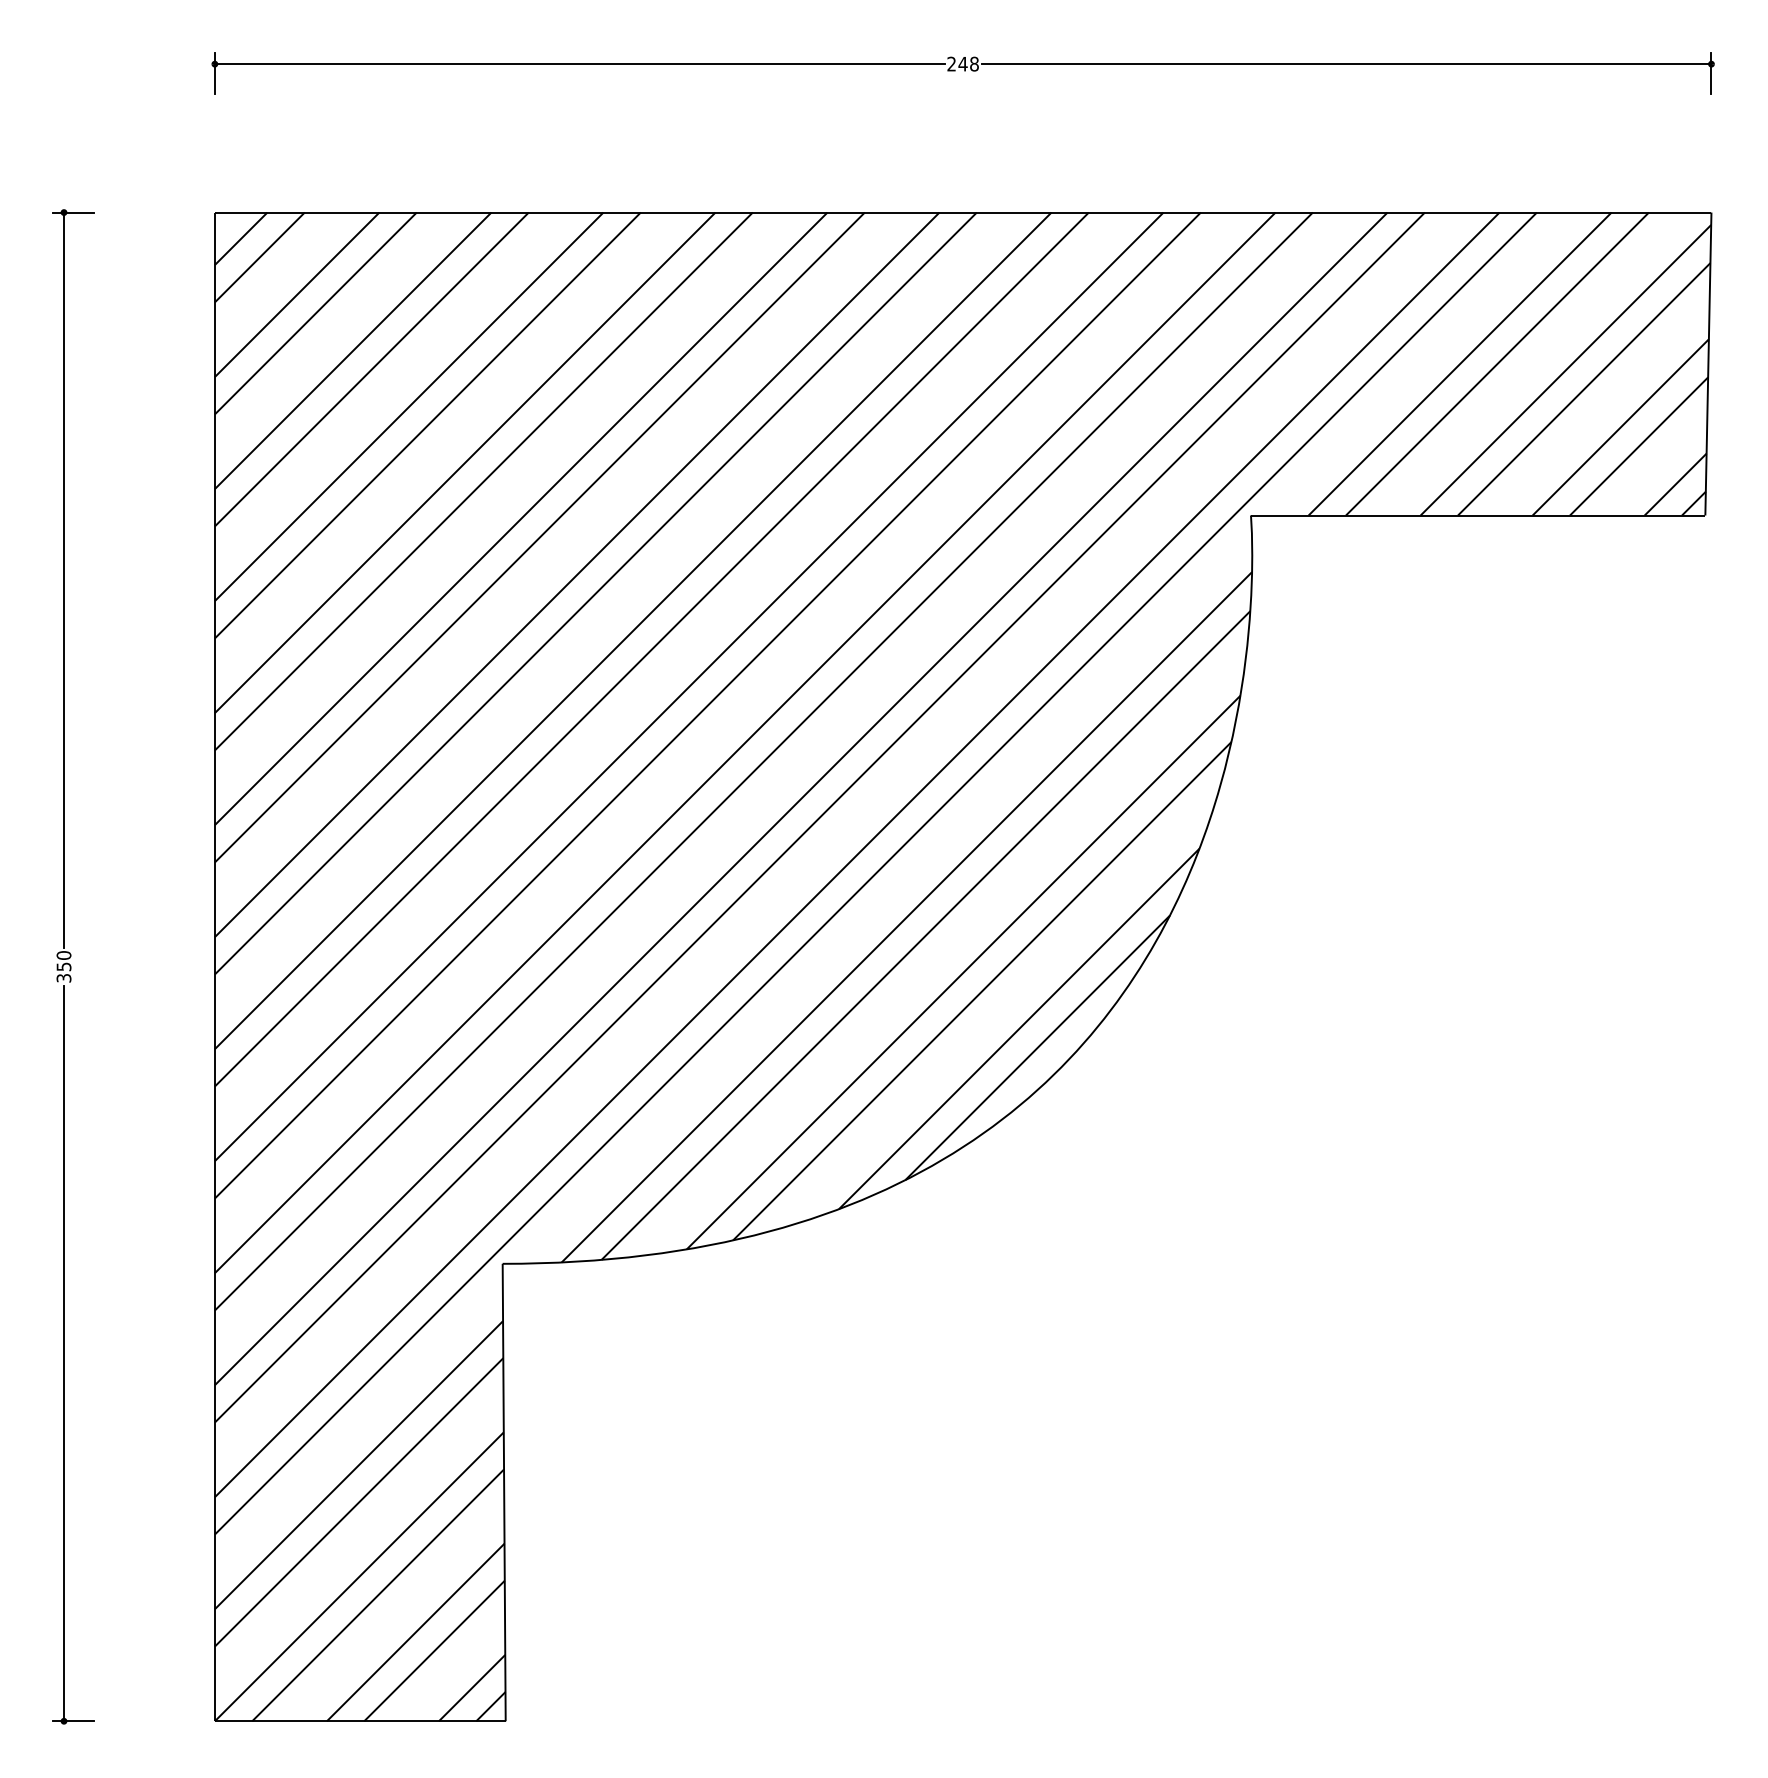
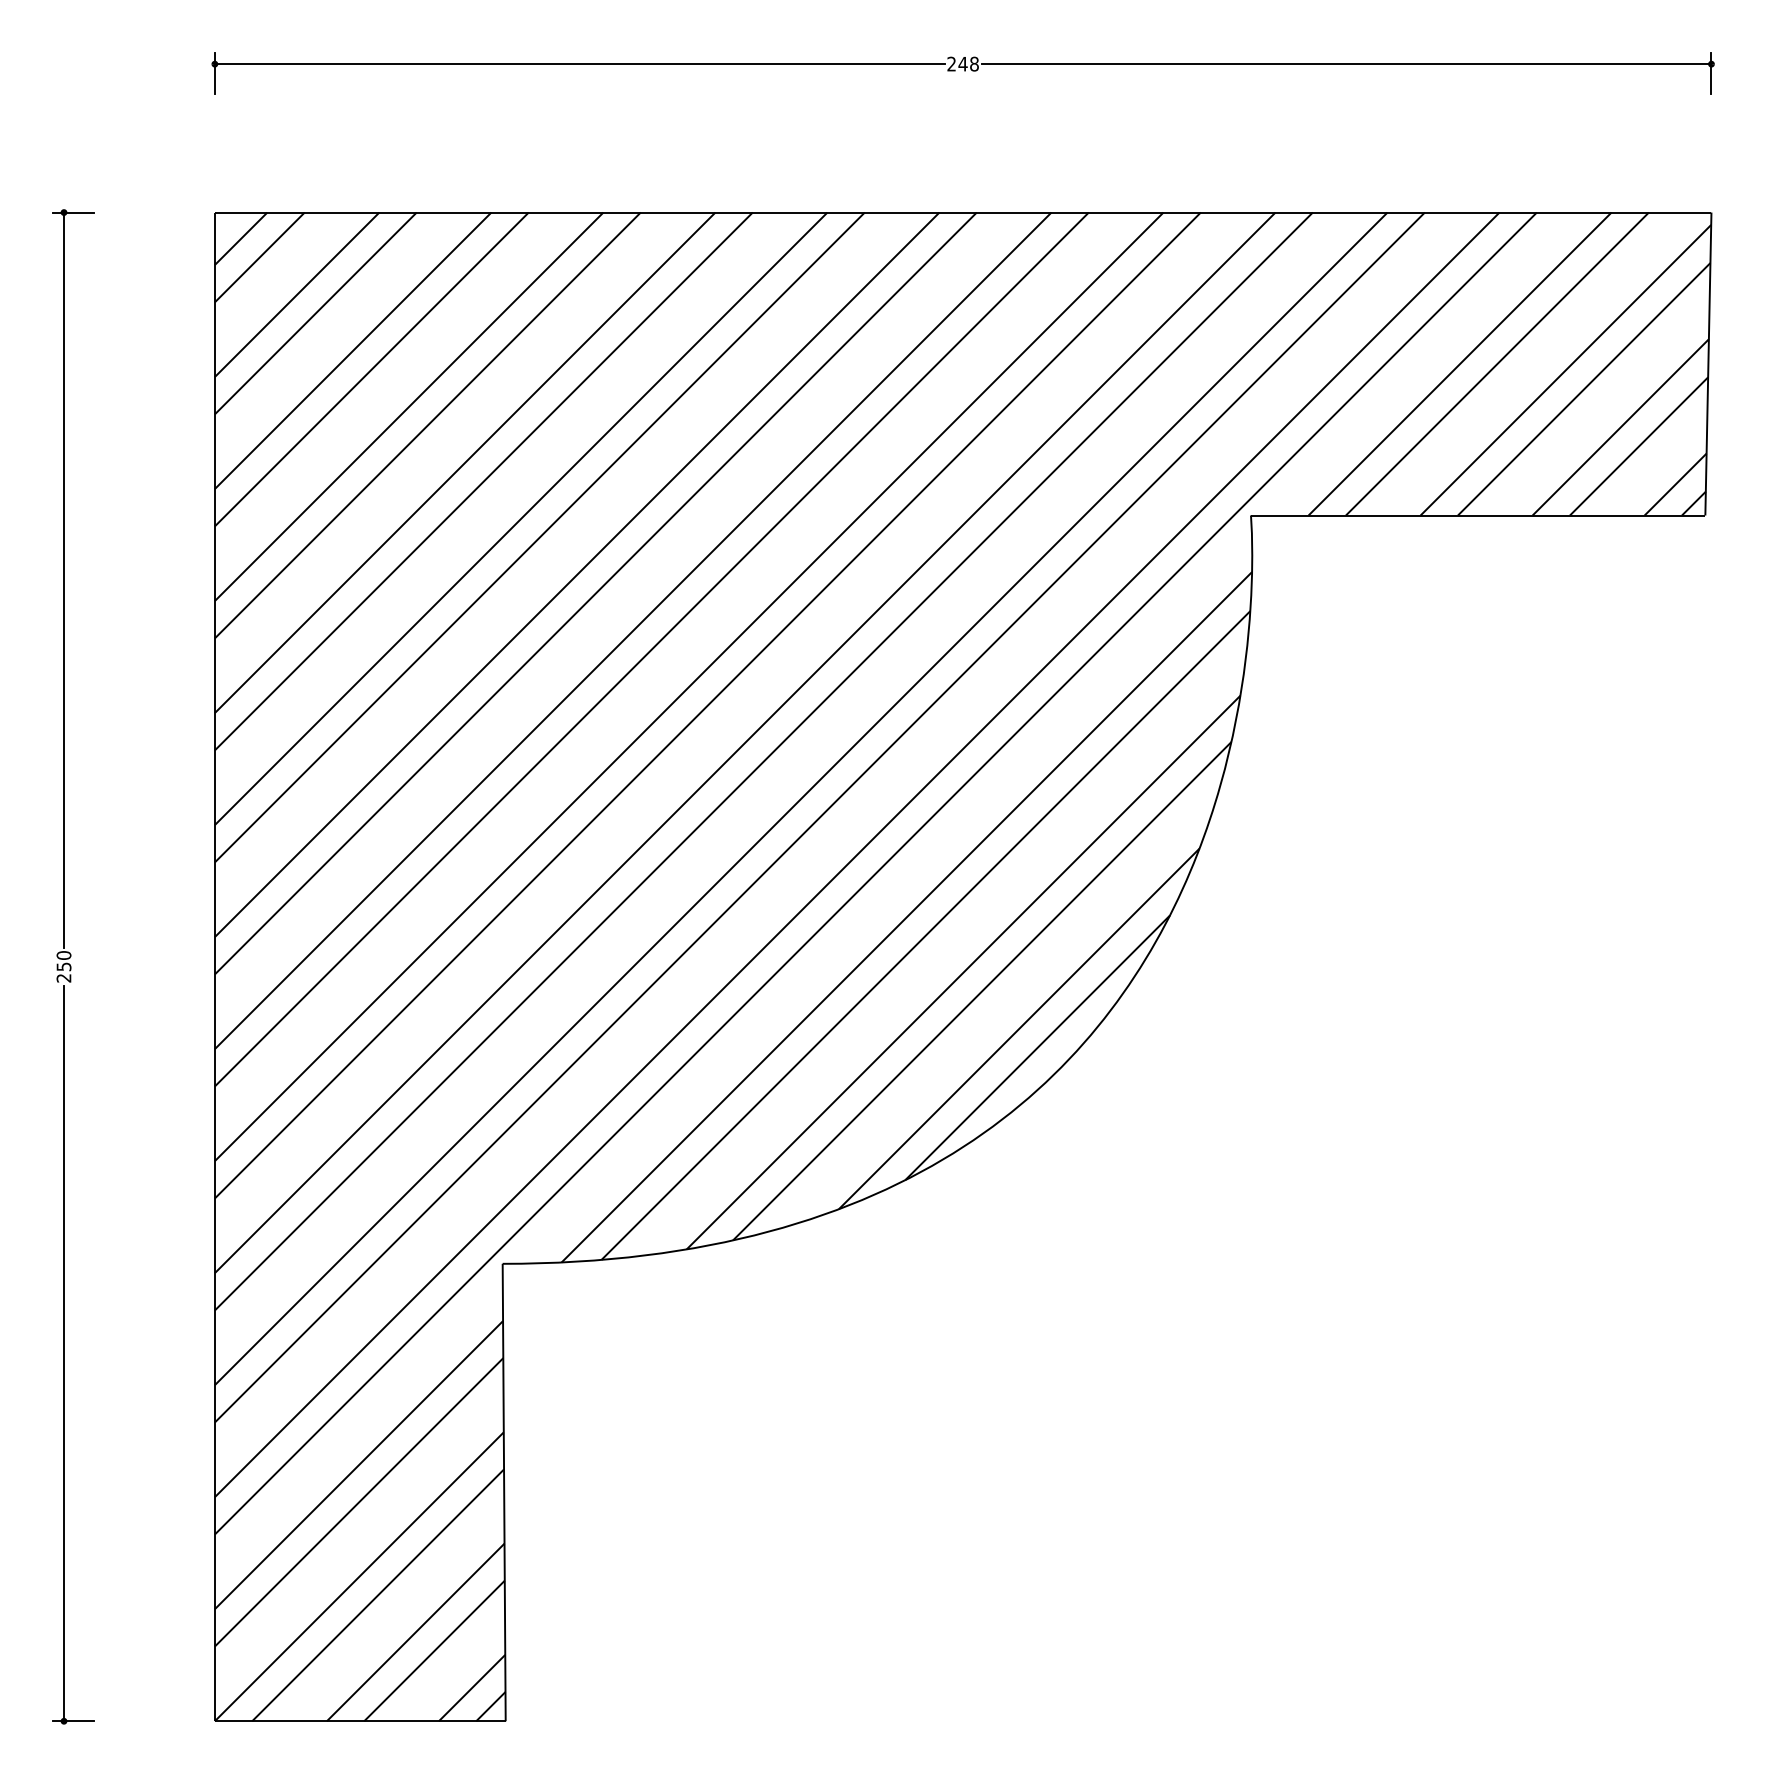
text at (64, 978): 350 -> 250
